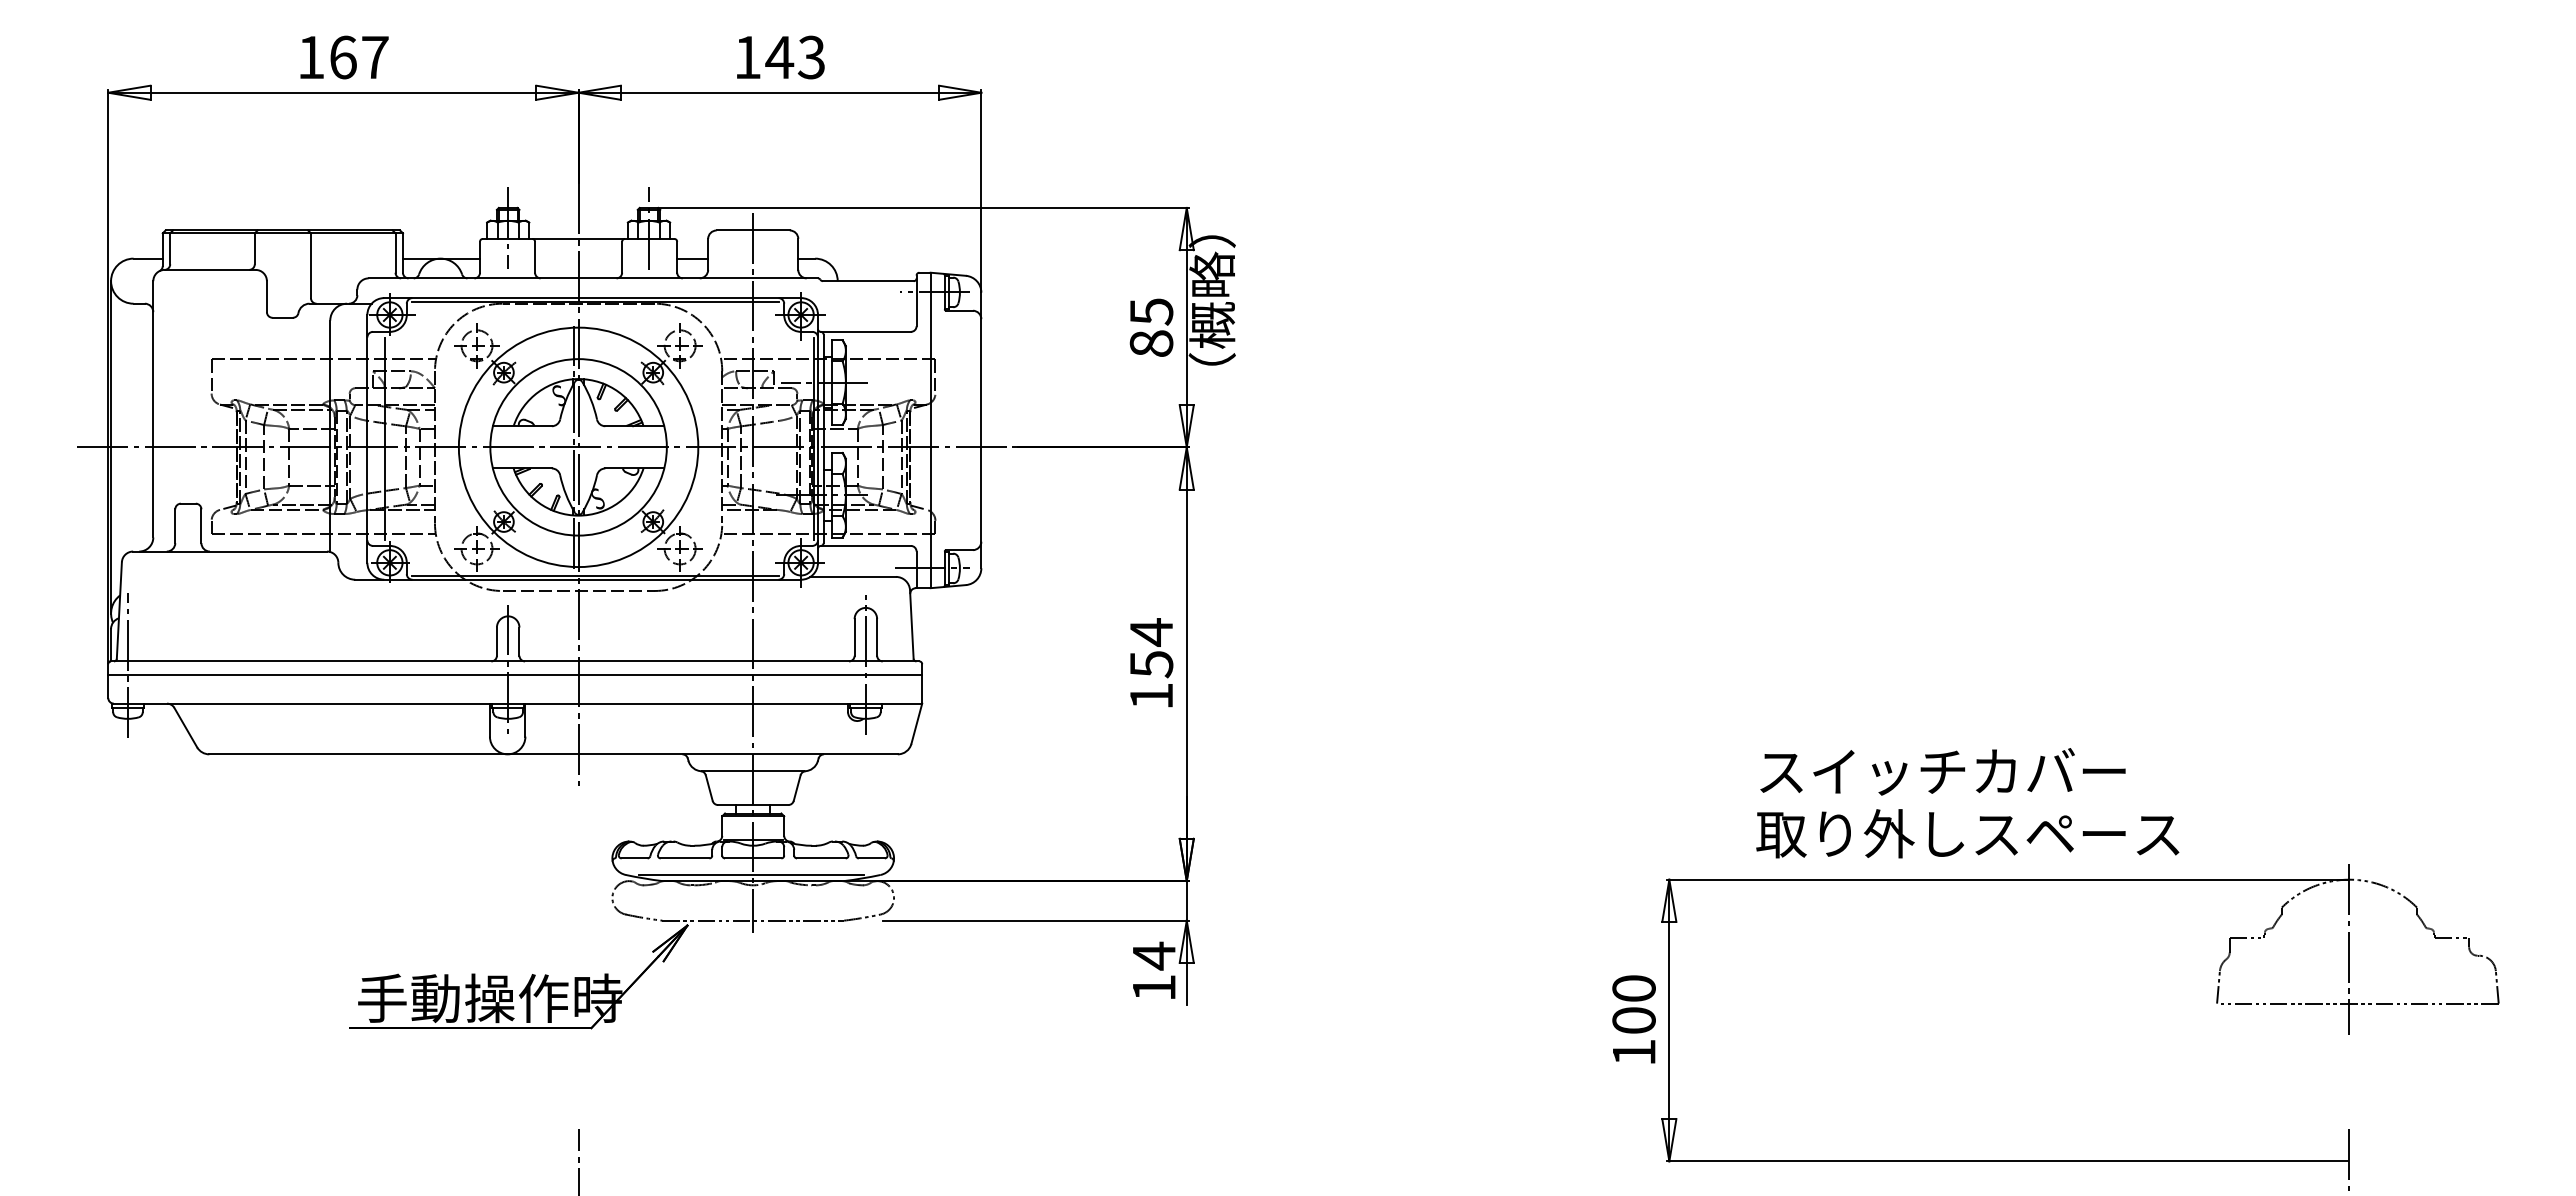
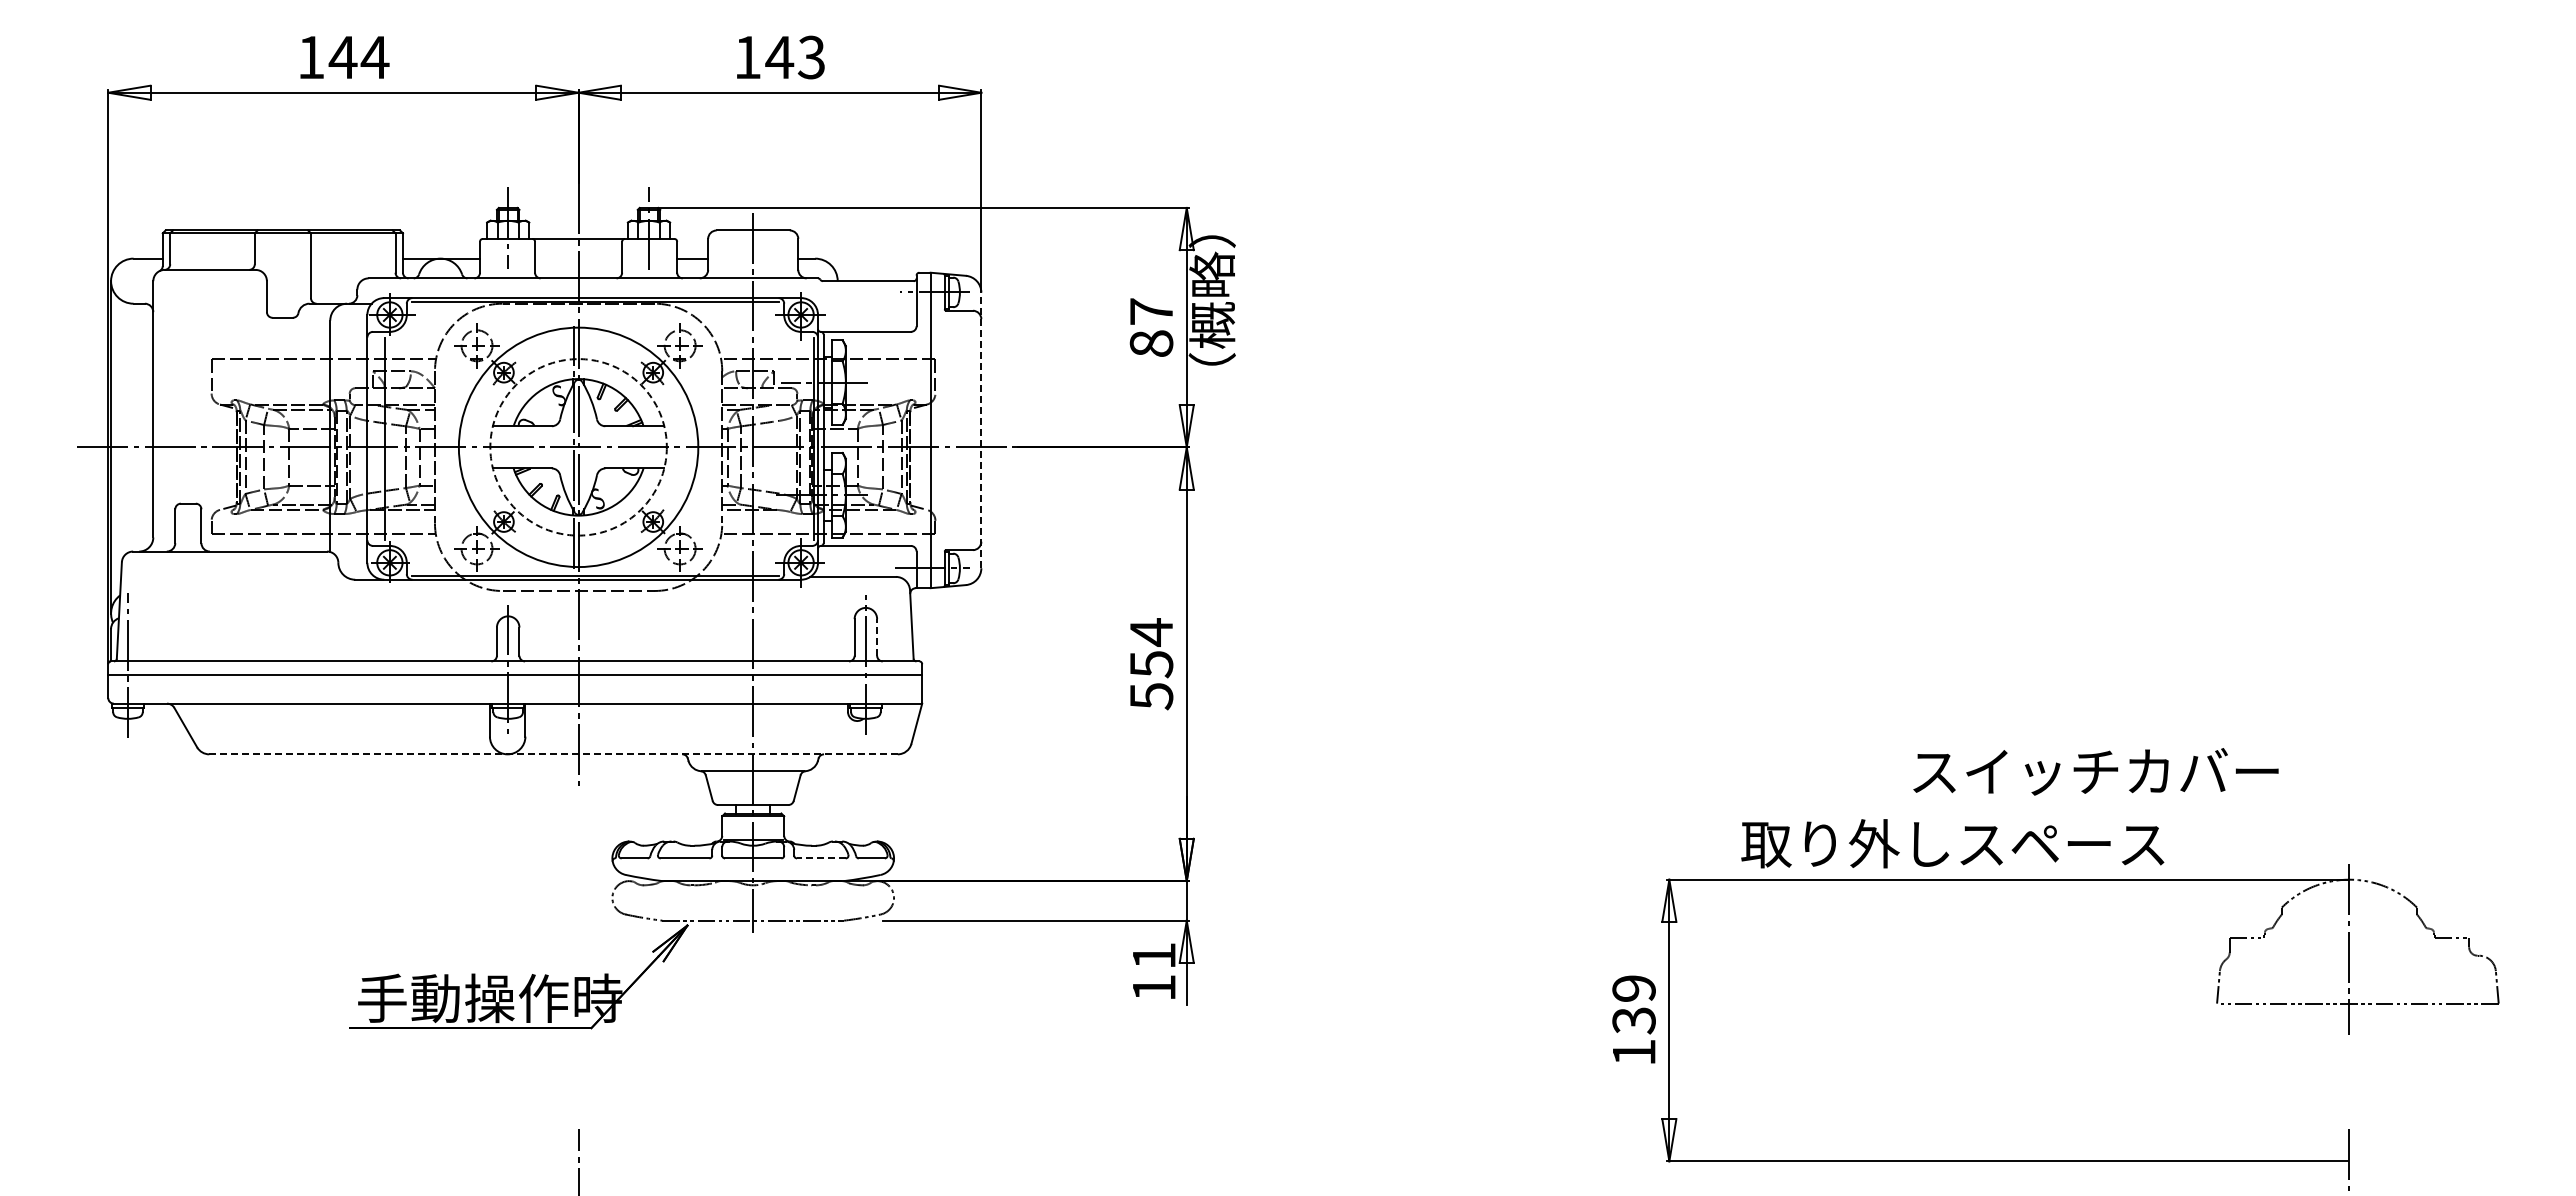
text at (358, 57): 167 -> 144
text at (1151, 311): 85 -> 87
line at (981, 430): solid -> dashed
circle at (578, 447): solid -> dashed
line at (877, 636): solid -> dashed
text at (1151, 696): 154 -> 554
line at (554, 754): solid -> dashed
text at (1942, 771) position: (1942, 771) -> (2095, 771)
text at (1967, 833) position: (1967, 833) -> (1952, 843)
line at (820, 858): solid -> dashed
line at (751, 875): present -> none
text at (1154, 955): 14 -> 11
text at (1633, 1004): 100 -> 139
